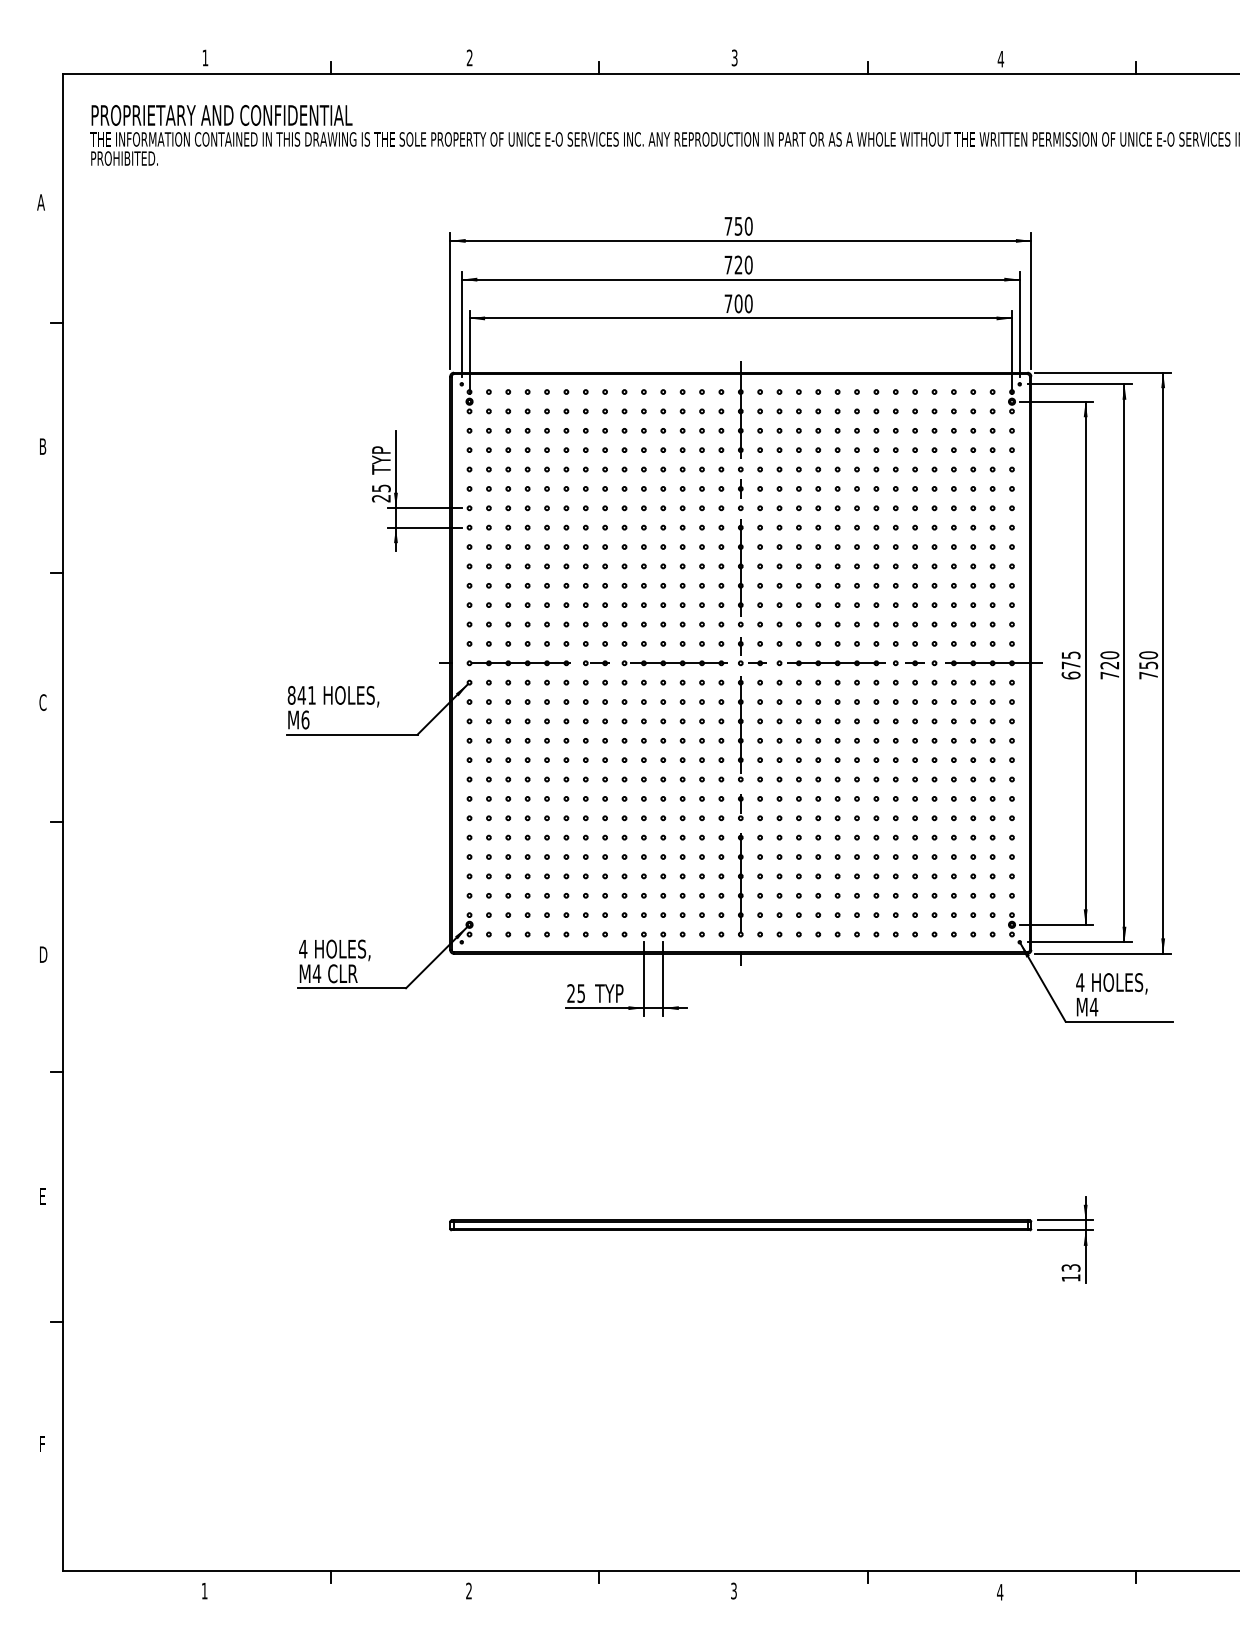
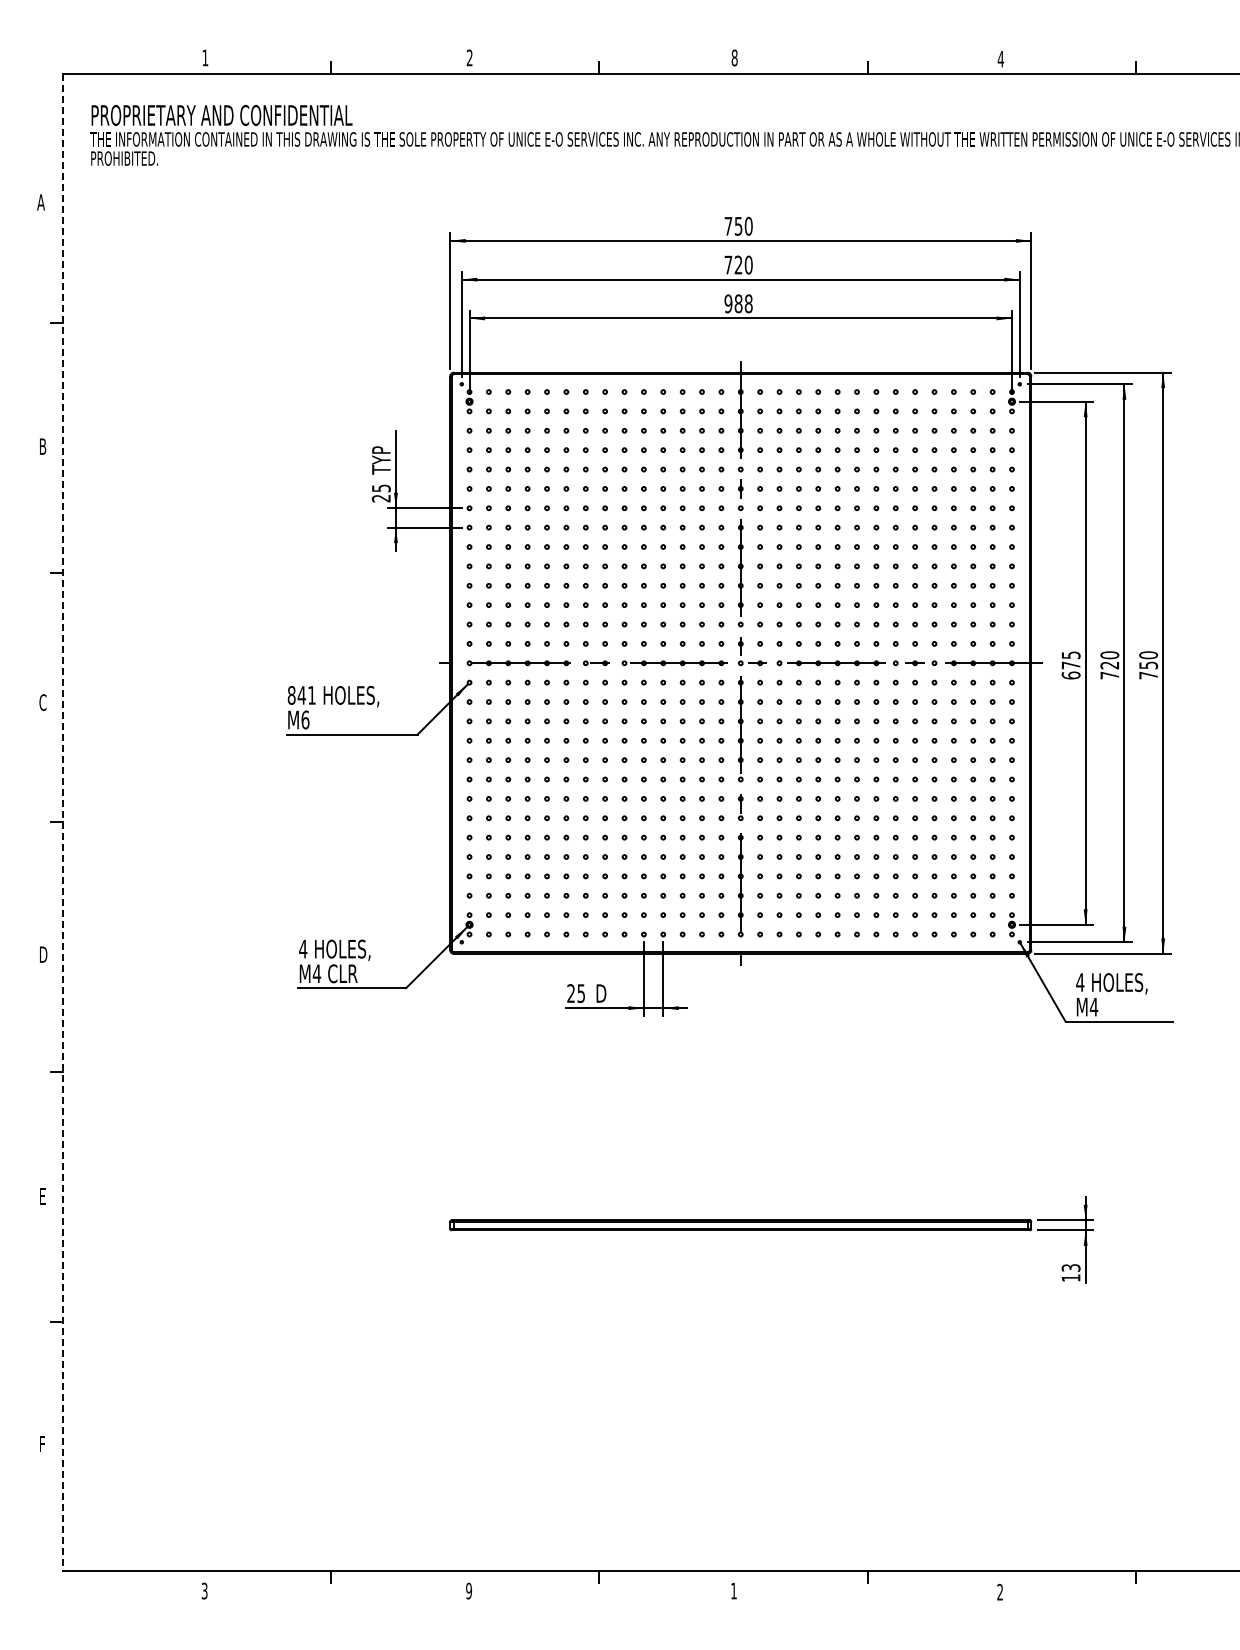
text at (734, 57): 3 -> 8
text at (738, 303): 700 -> 988
line at (62, 822): solid -> dashed
text at (609, 993): TYP -> D
text at (204, 1590): 1 -> 3
text at (469, 1590): 2 -> 9
text at (733, 1590): 3 -> 1
text at (1000, 1591): 4 -> 2
